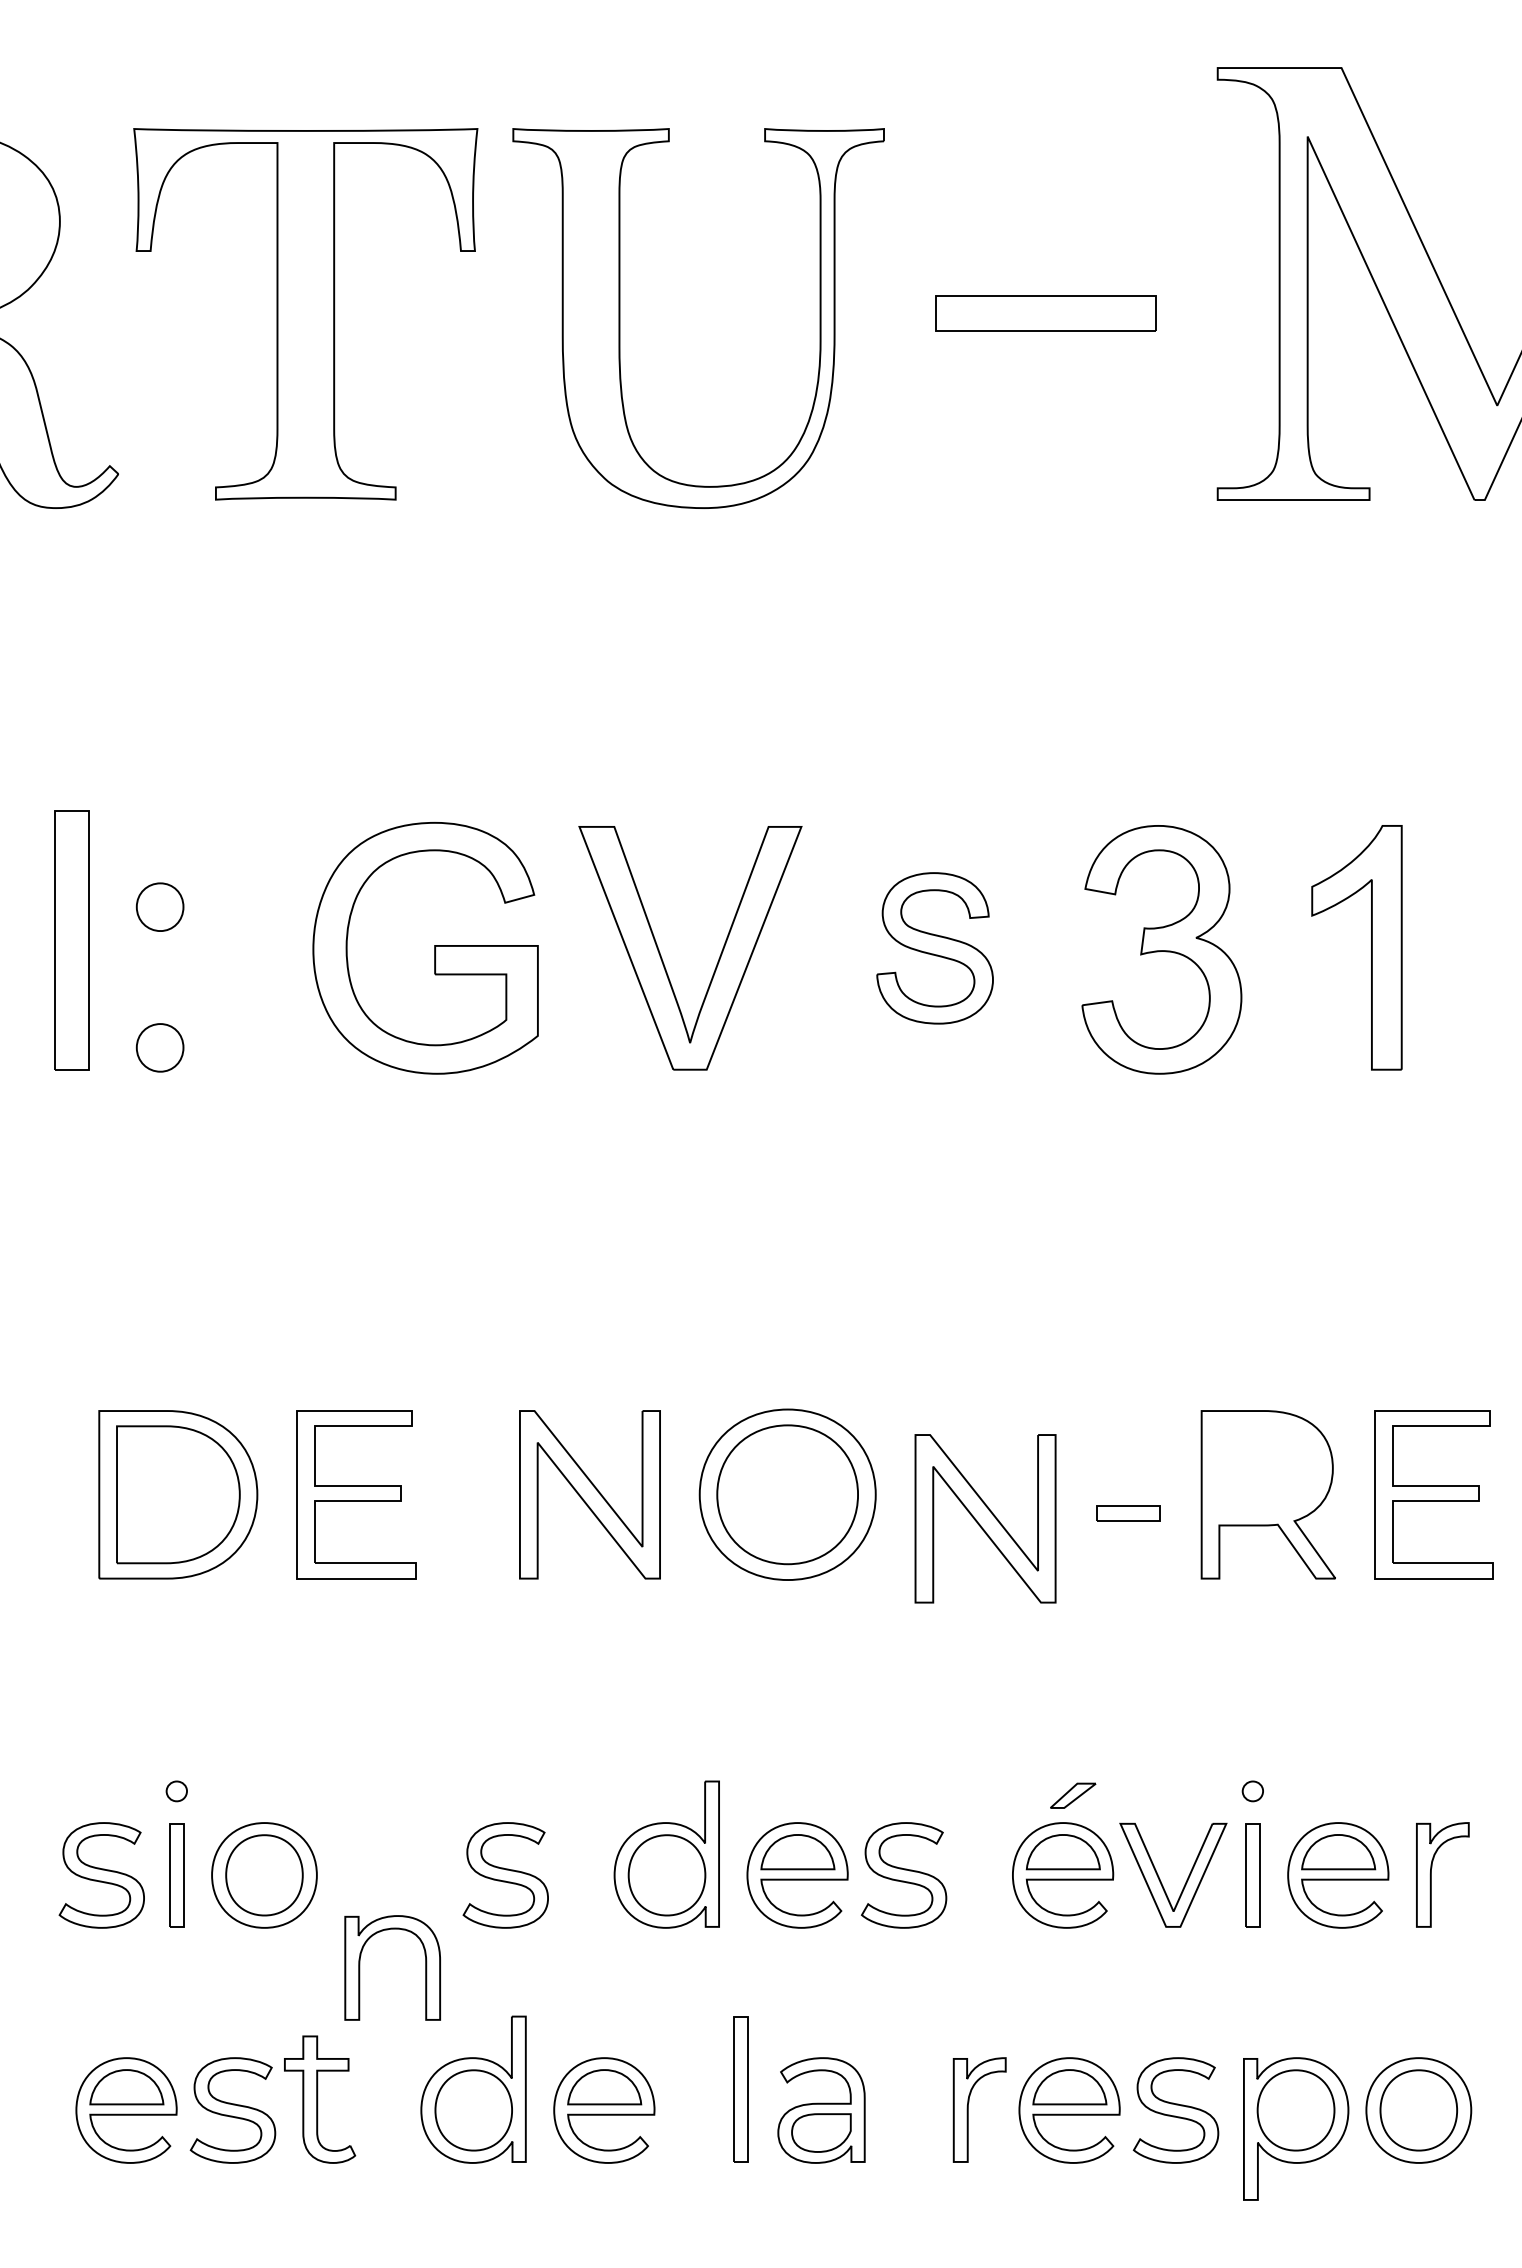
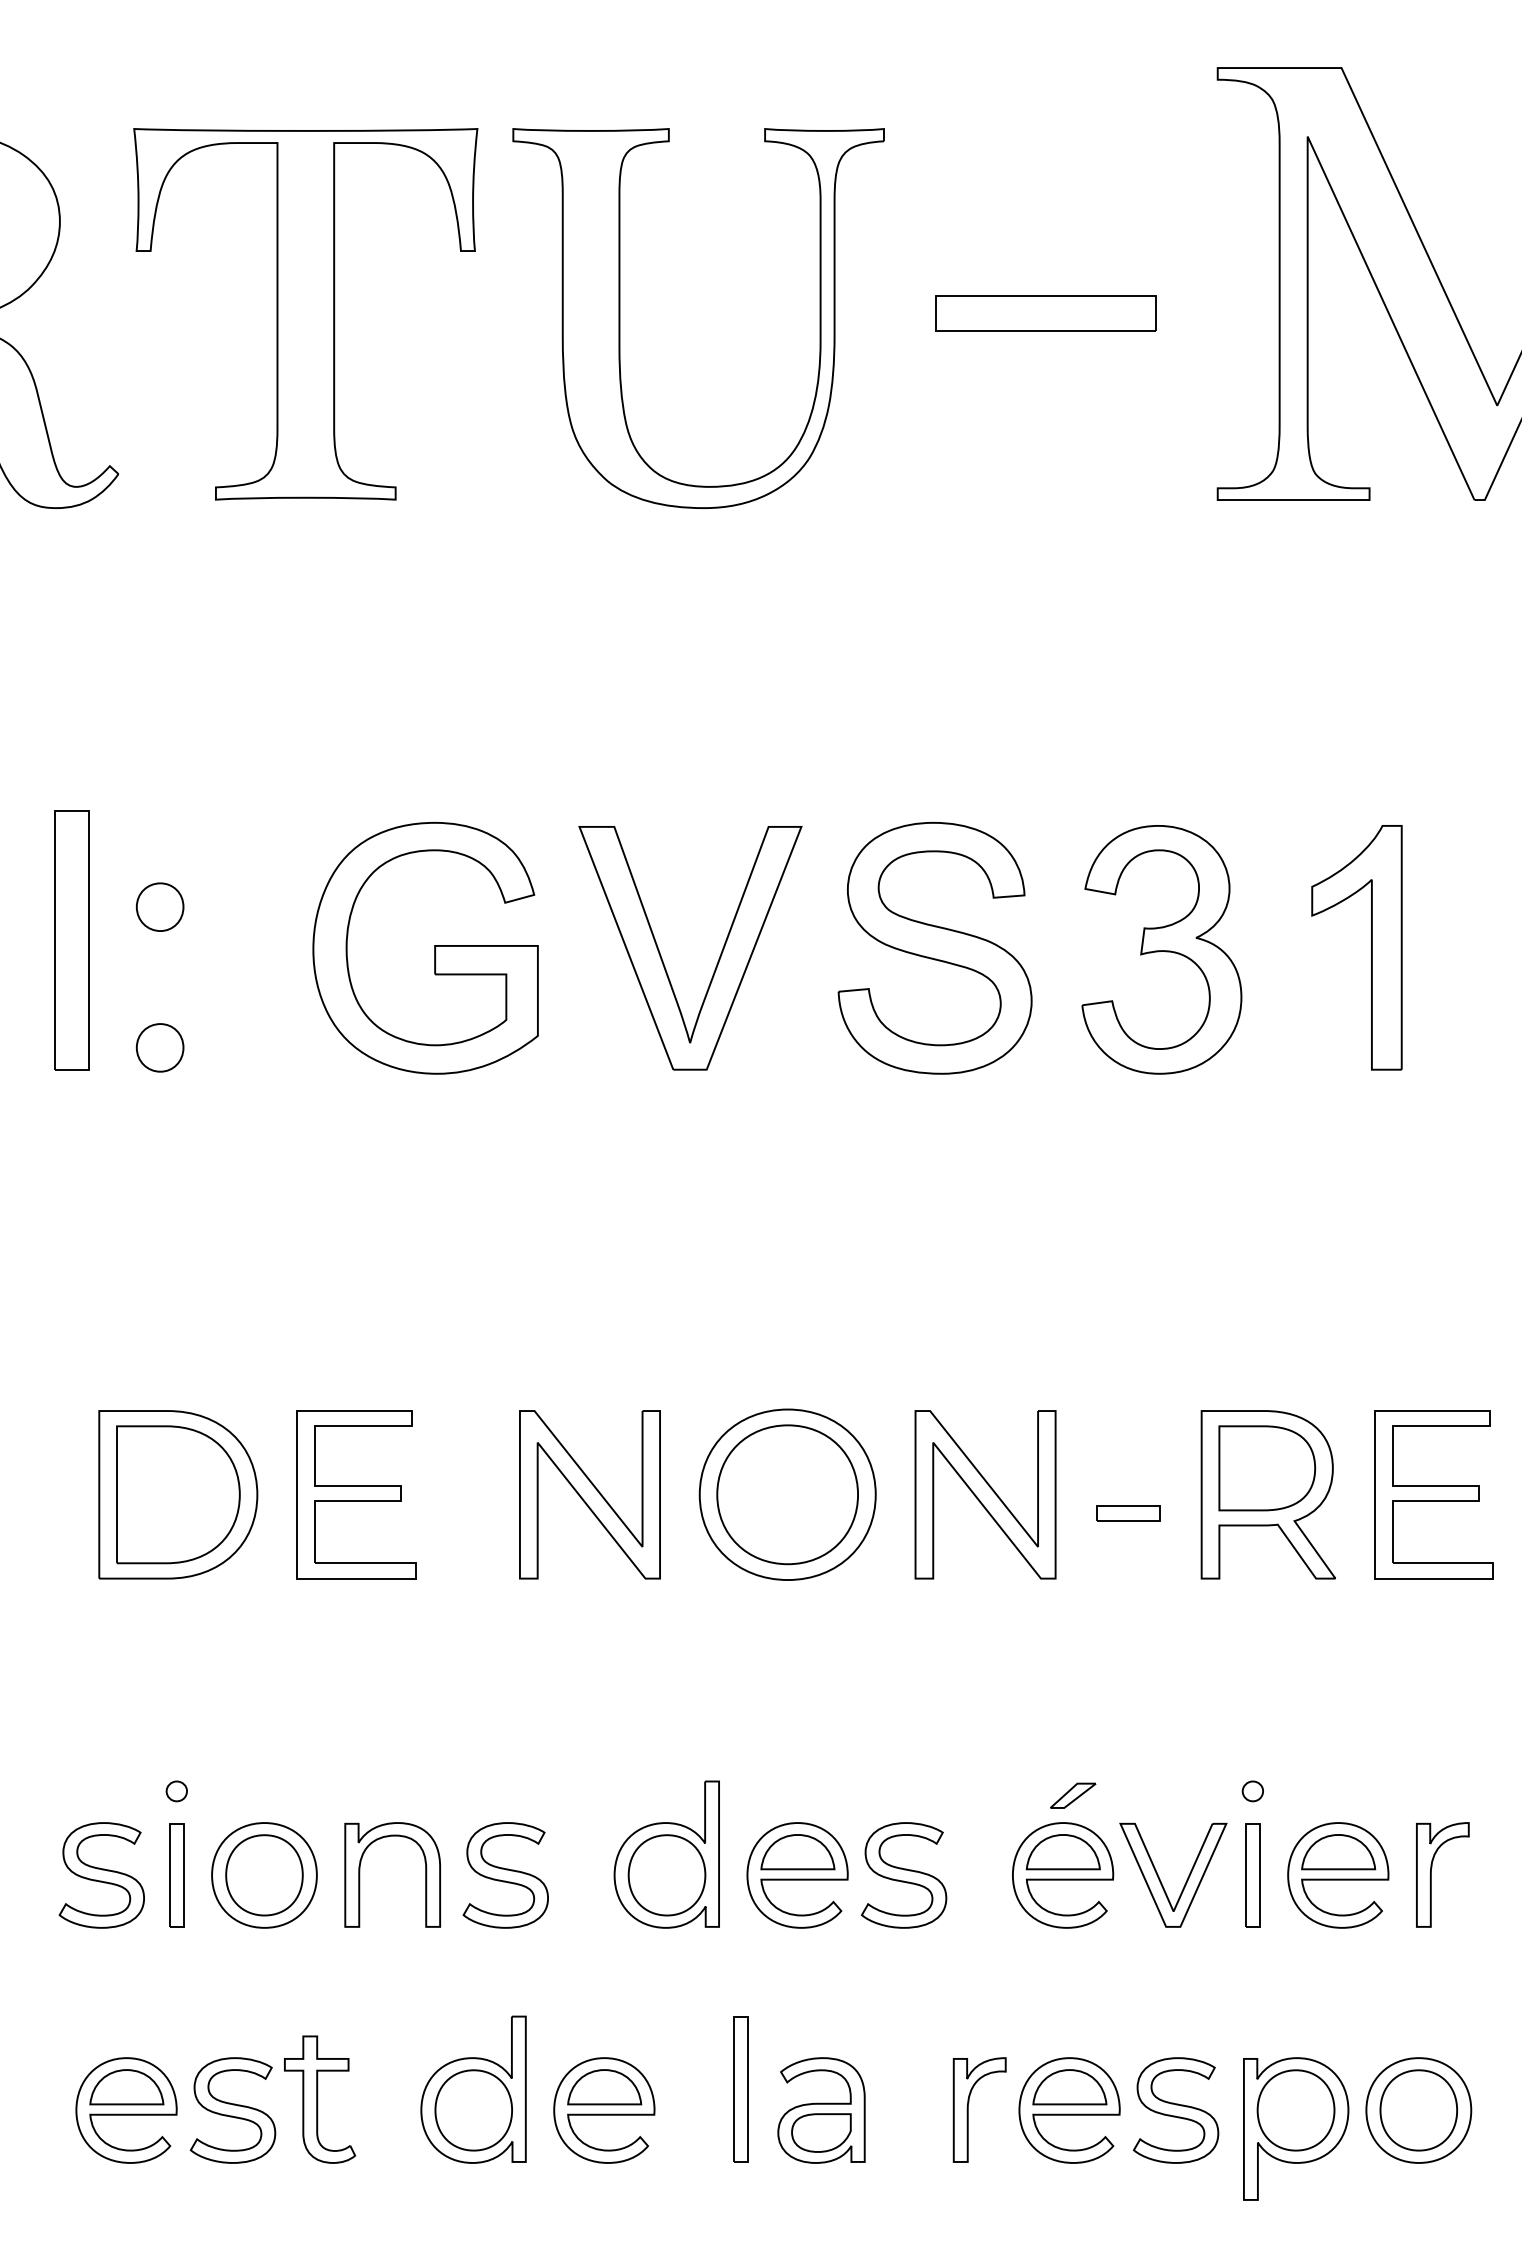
part at (934, 948) size: 118x153 px -> 196x253 px
part at (1267, 1468): none -> present
part at (985, 1518) position: (985, 1518) -> (985, 1494)
part at (360, 1967) position: (360, 1967) -> (360, 1874)
